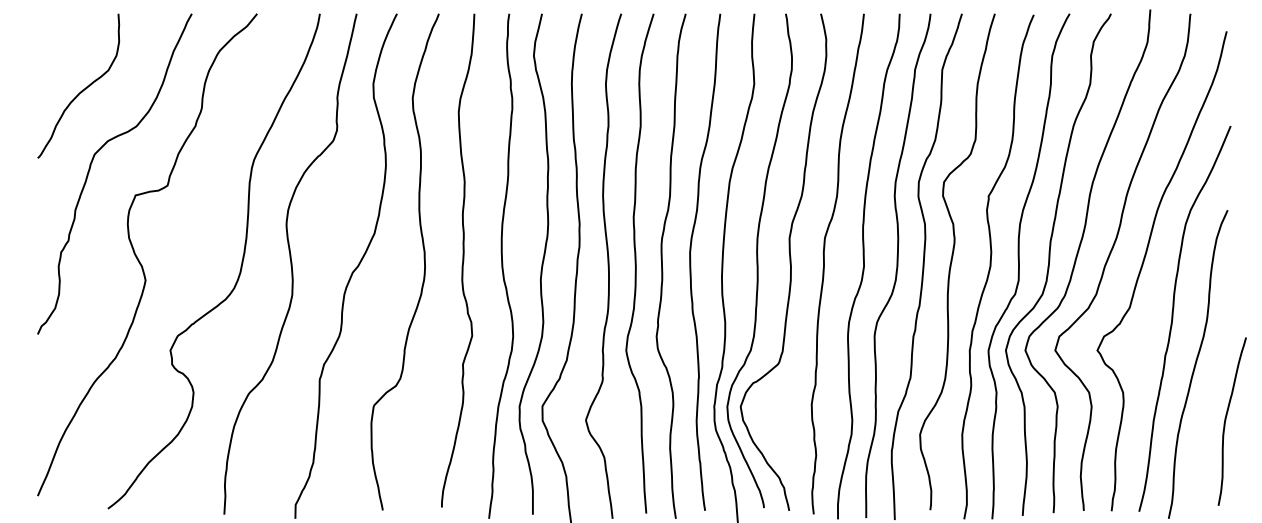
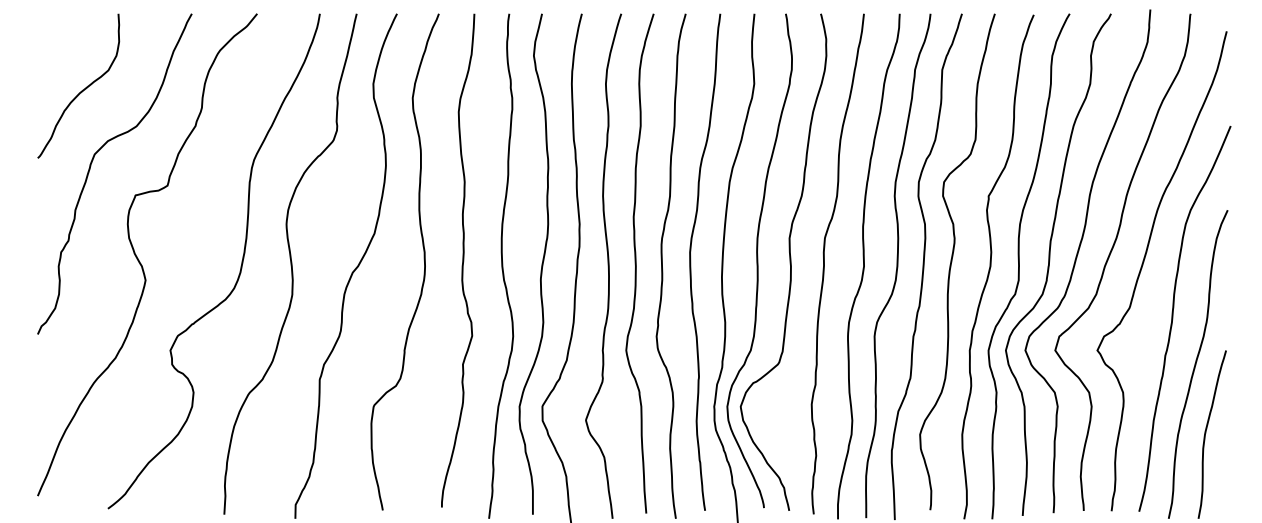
curve at (1226, 420) position: (1226, 420) -> (1206, 433)
